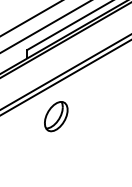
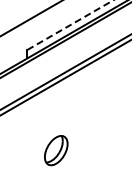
line at (70, 24): solid -> dashed
line at (45, 27): present -> none
part at (56, 116) position: (56, 116) -> (56, 150)
